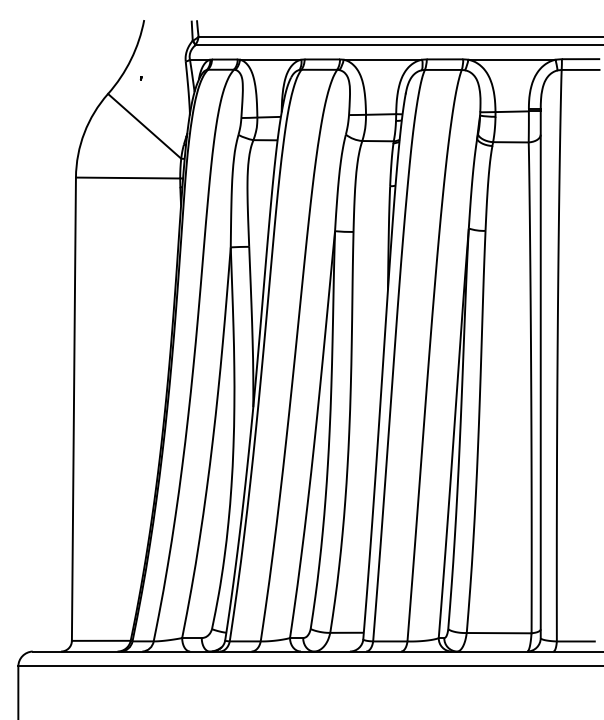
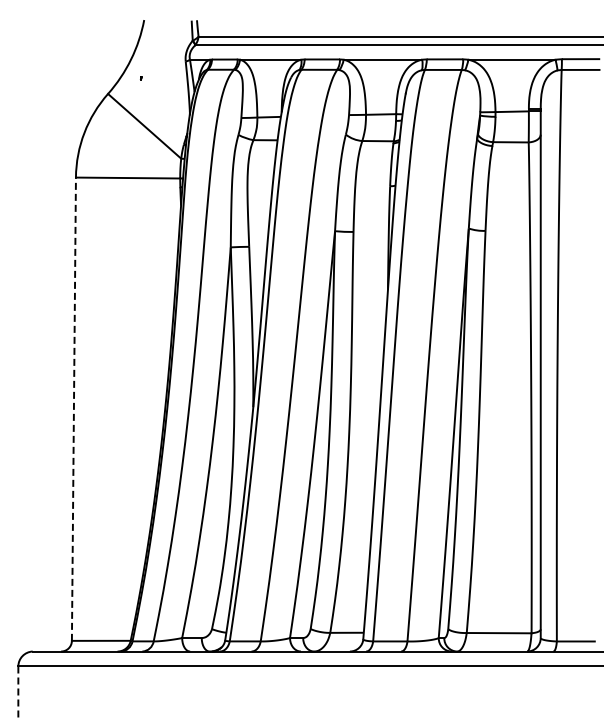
line at (73, 409): solid -> dashed
line at (18, 693): solid -> dashed
